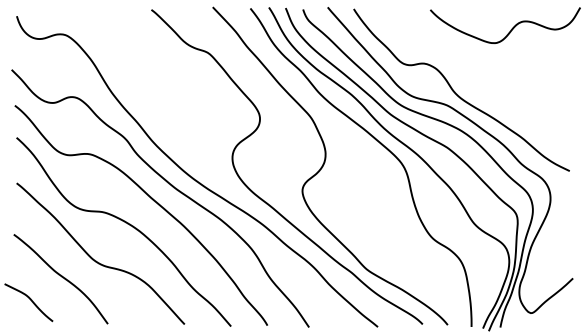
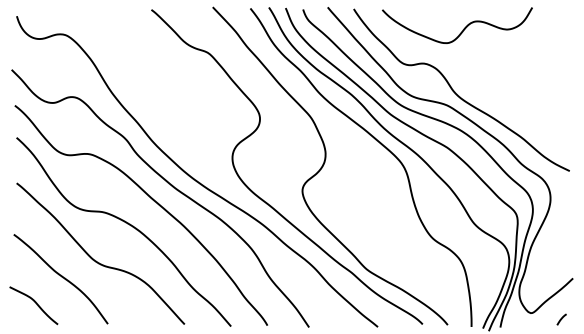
curve at (511, 28) position: (511, 28) -> (463, 28)
curve at (30, 300) position: (30, 300) -> (35, 303)
curve at (561, 319): none -> present
